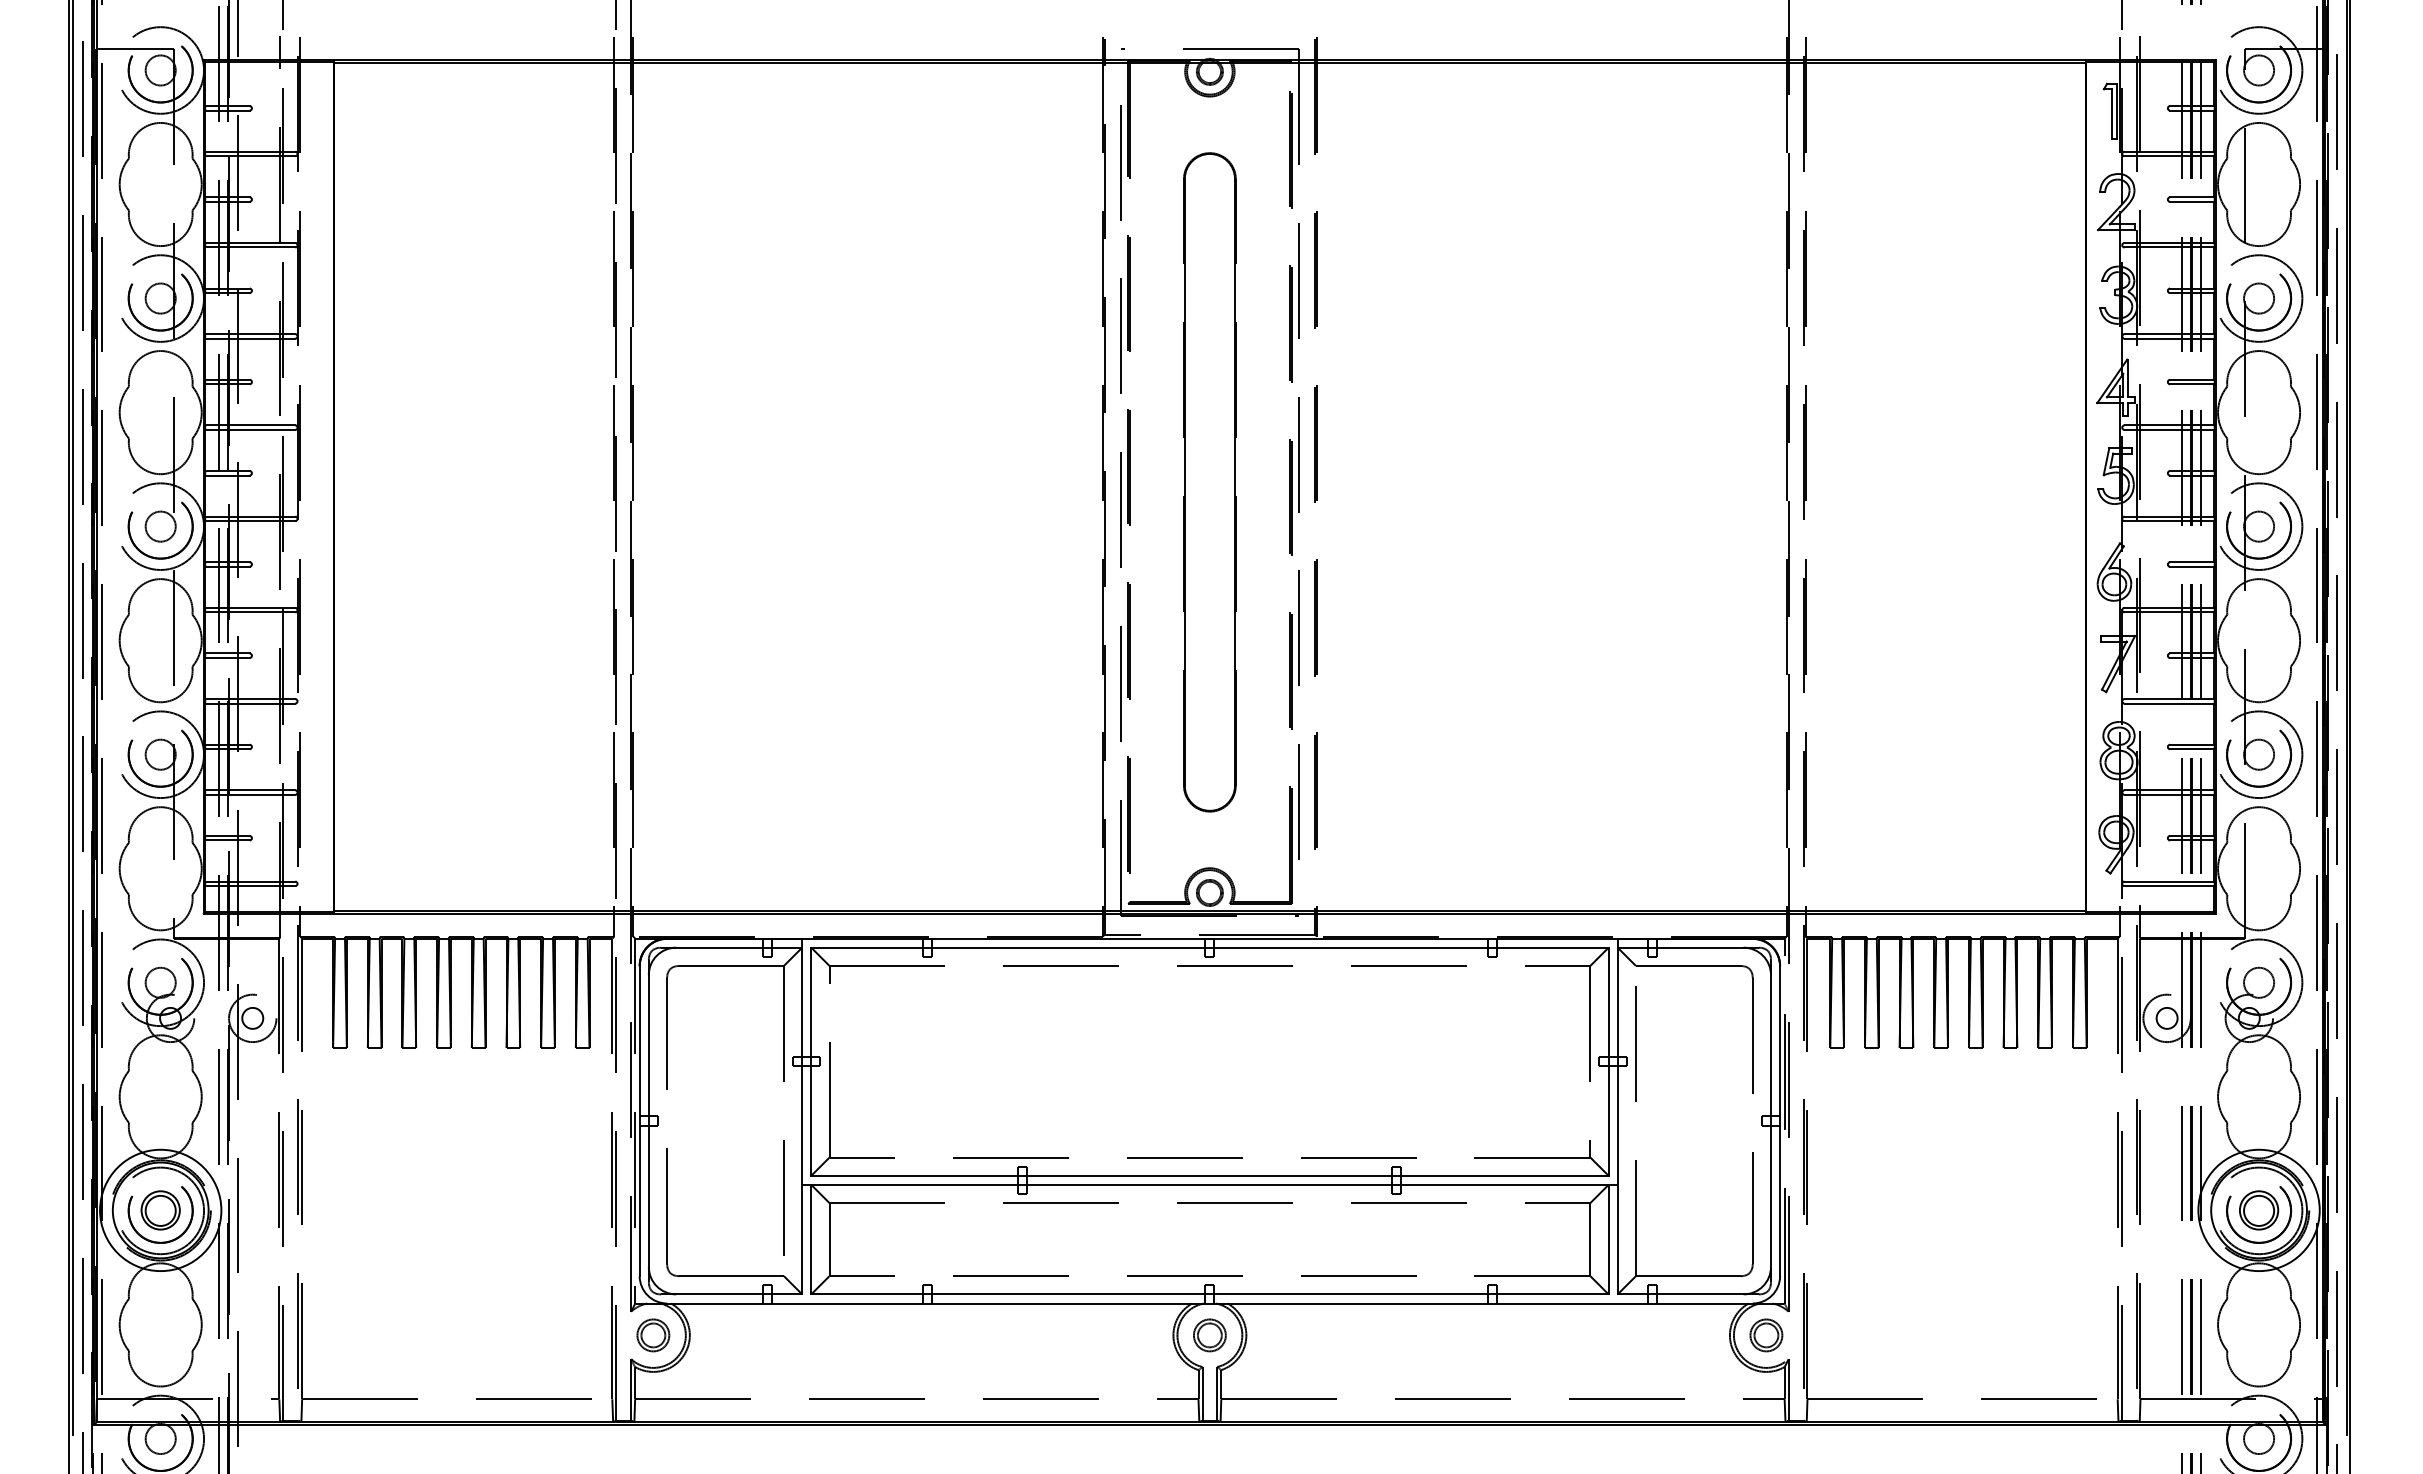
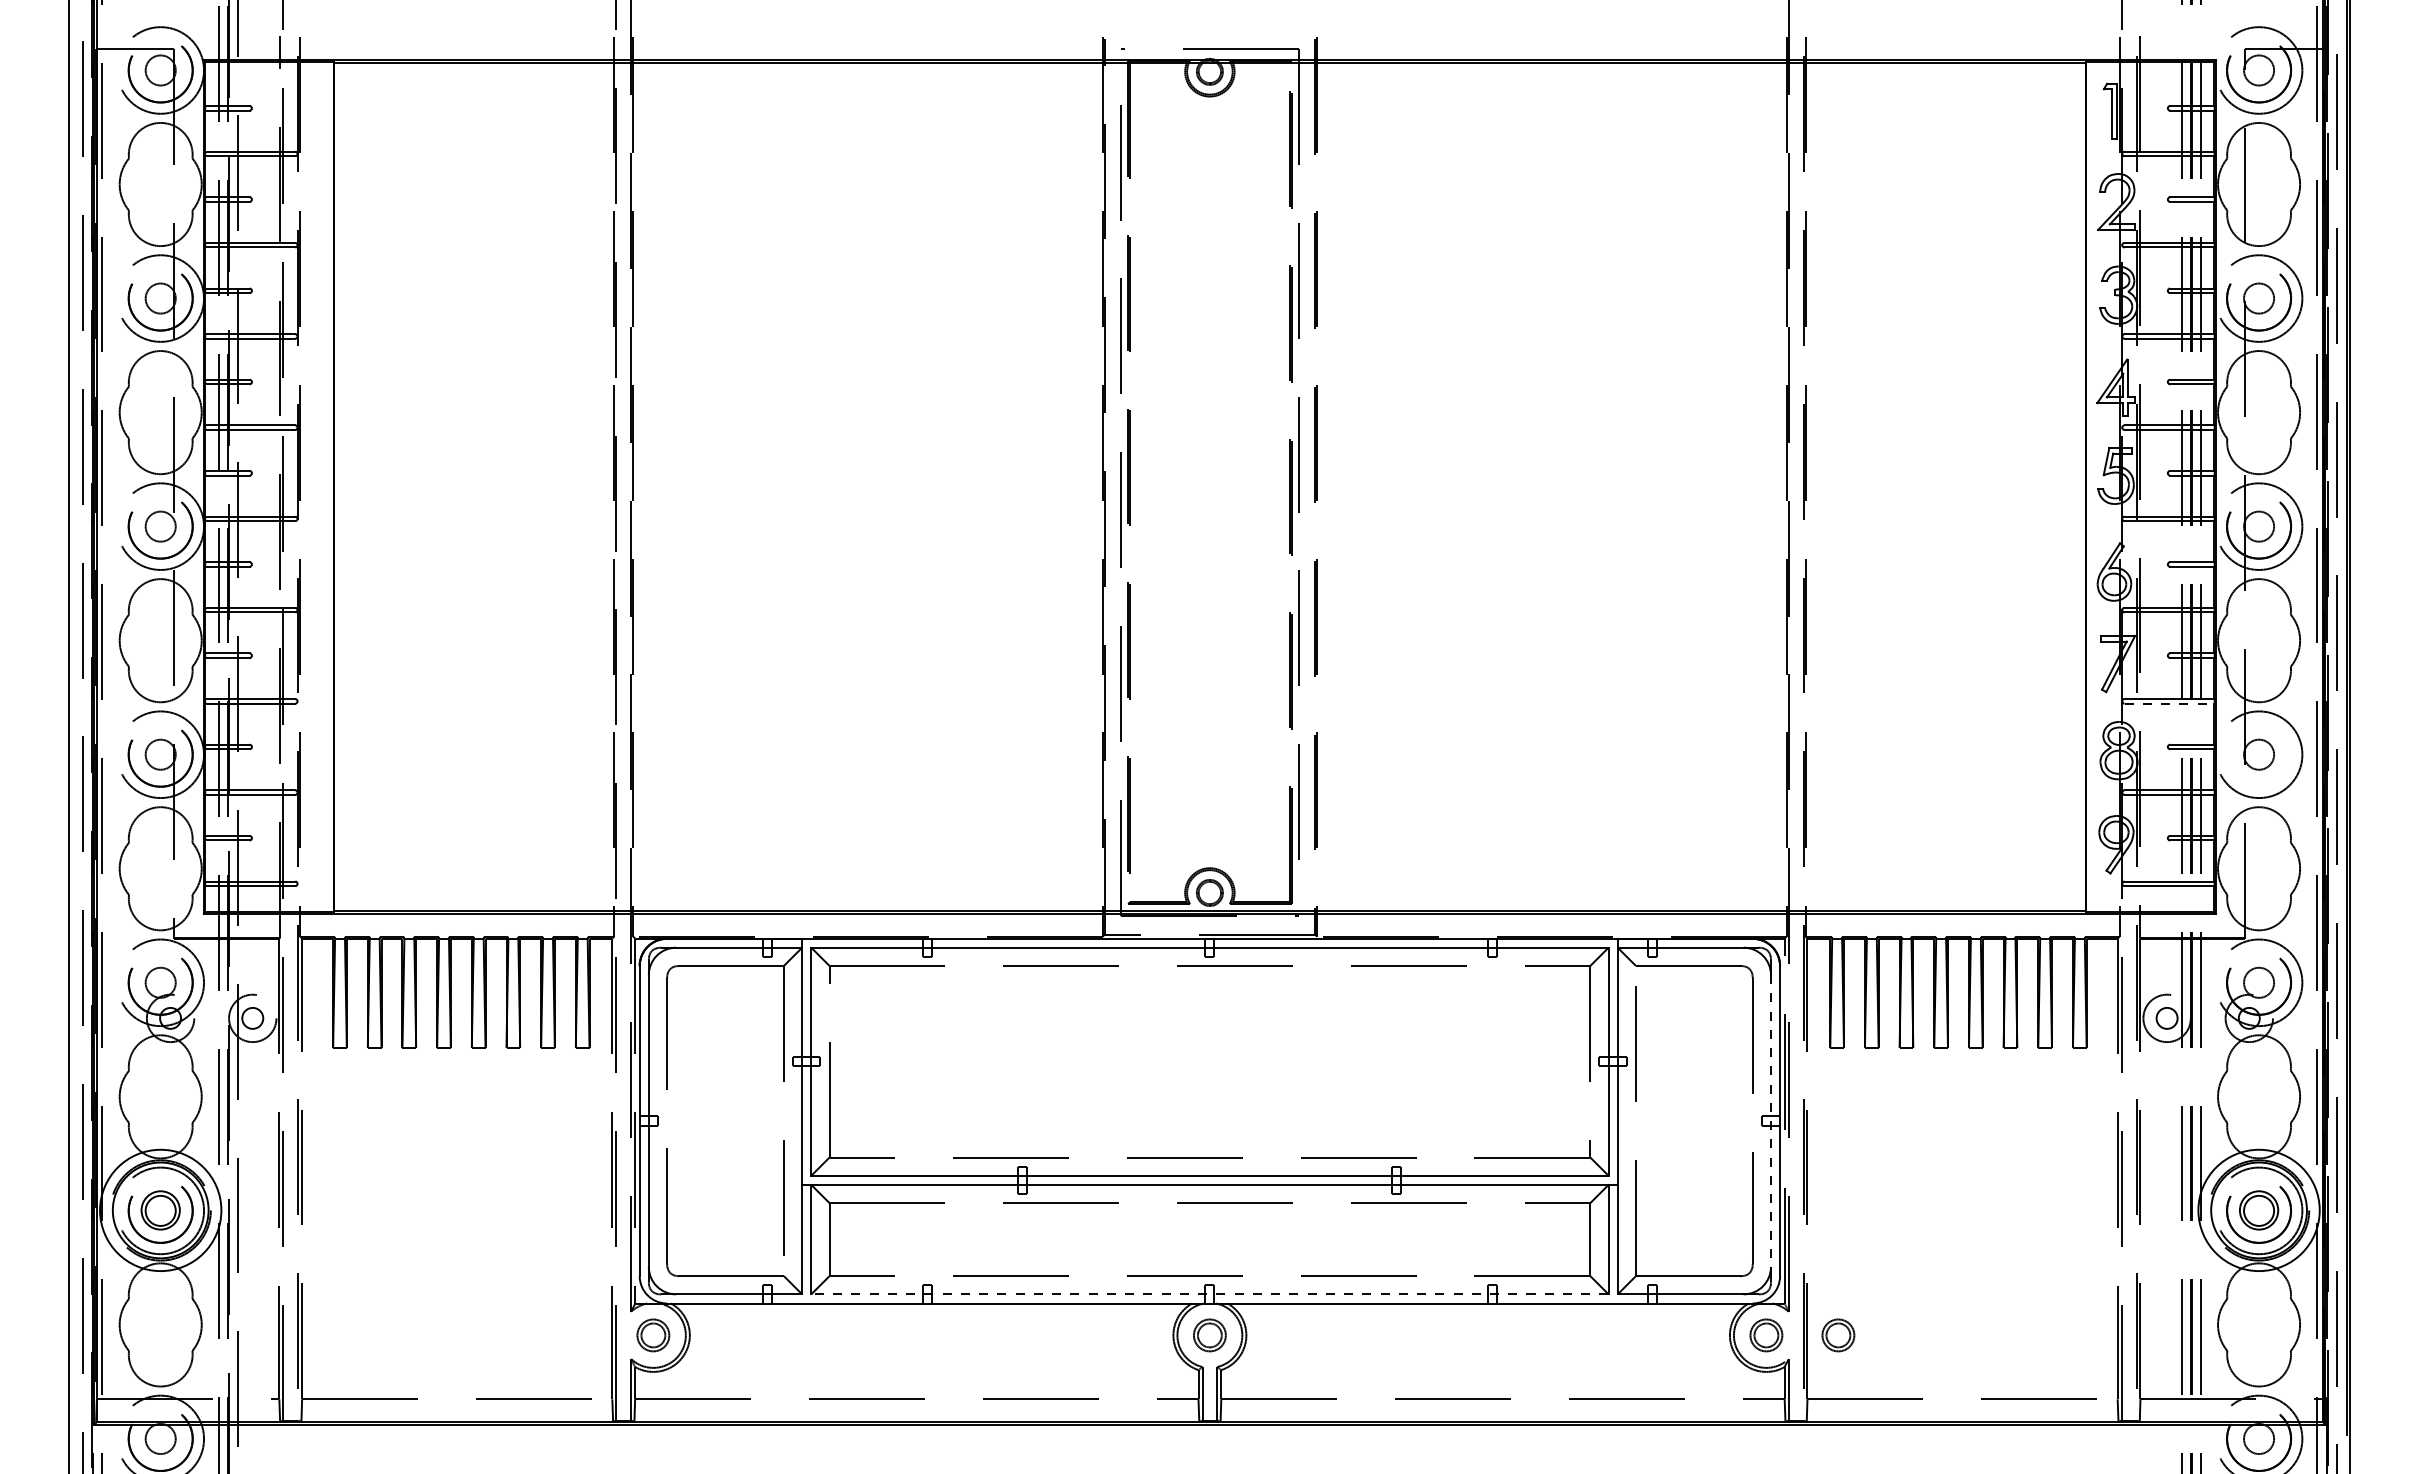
part at (1209, 482): present -> none
line at (2170, 703): solid -> dashed
line at (72, 718): present -> none
part at (2269, 783): present -> none
line at (1770, 1121): solid -> dashed
line at (1209, 1294): solid -> dashed
part at (1838, 1335): none -> present
